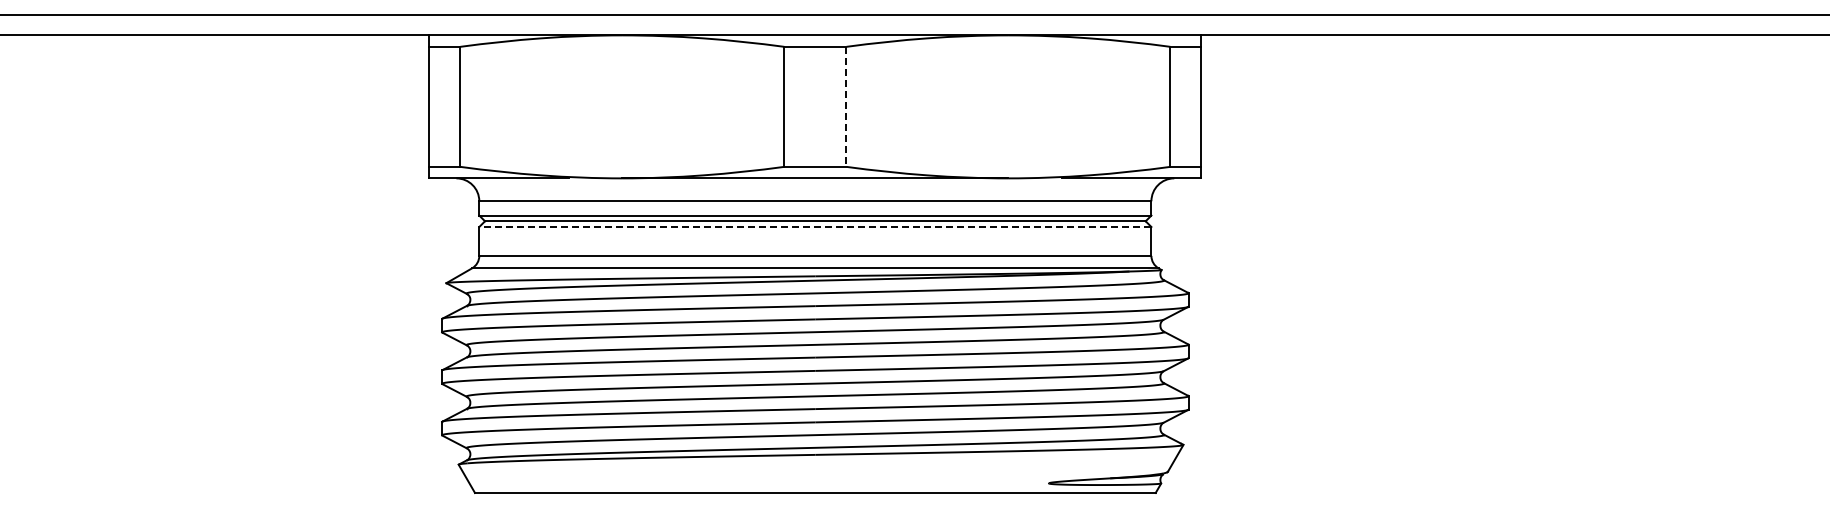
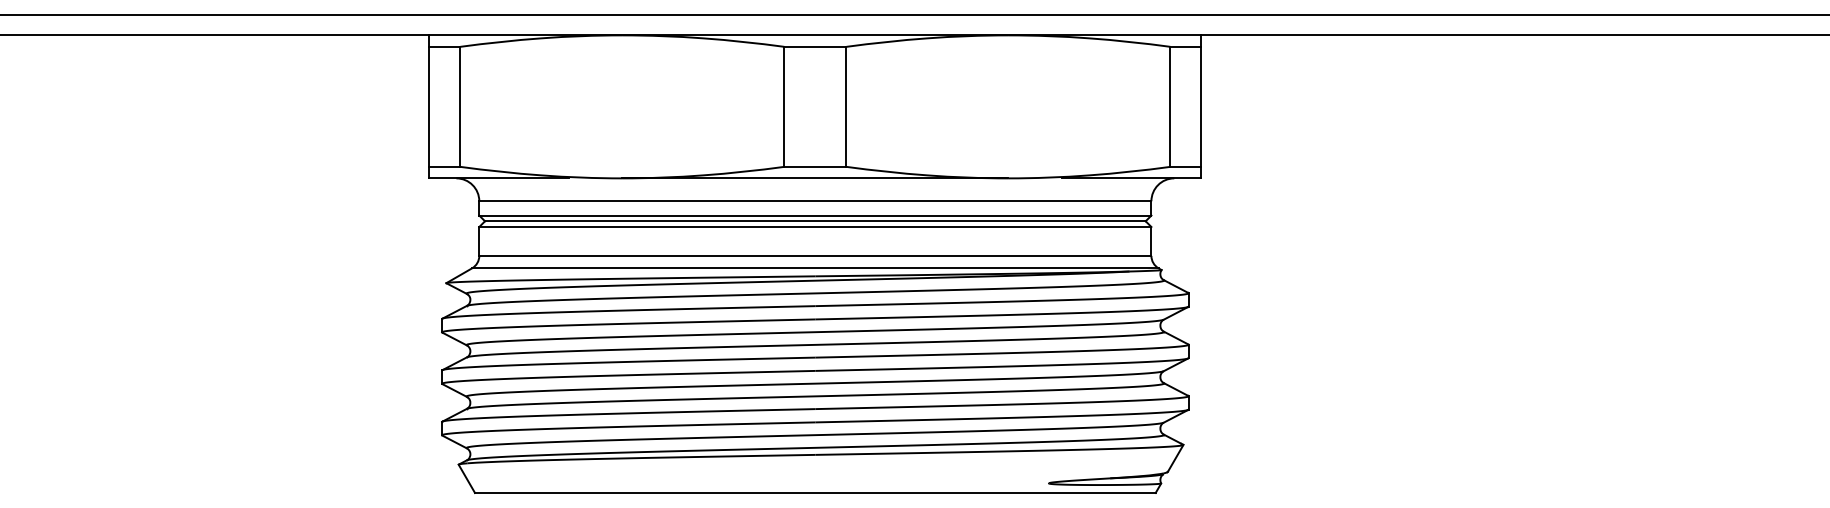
line at (846, 107): dashed -> solid
line at (814, 227): dashed -> solid
